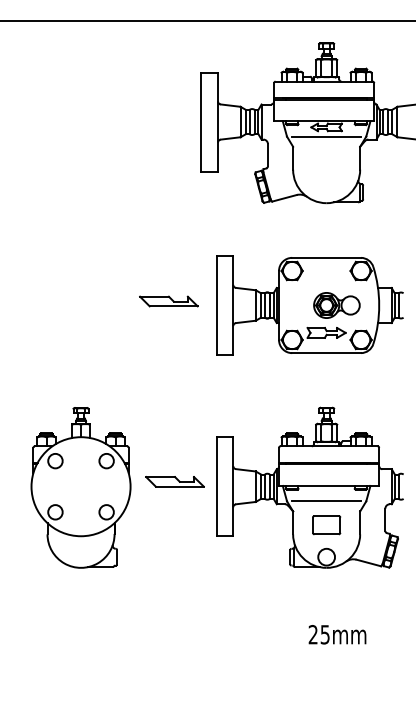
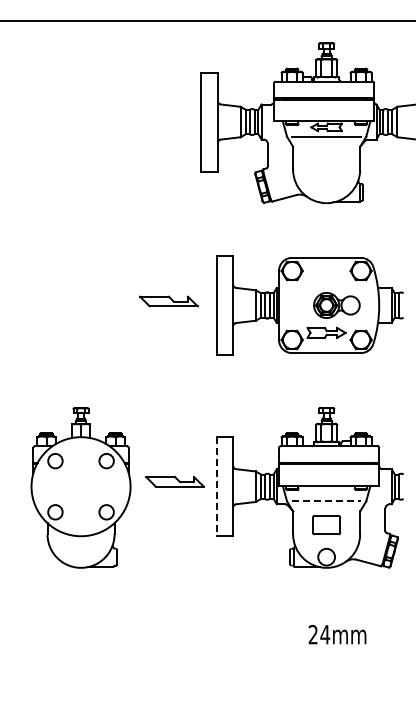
line at (216, 486): solid -> dashed
line at (326, 501): solid -> dashed
text at (325, 634): 25mm -> 24mm
